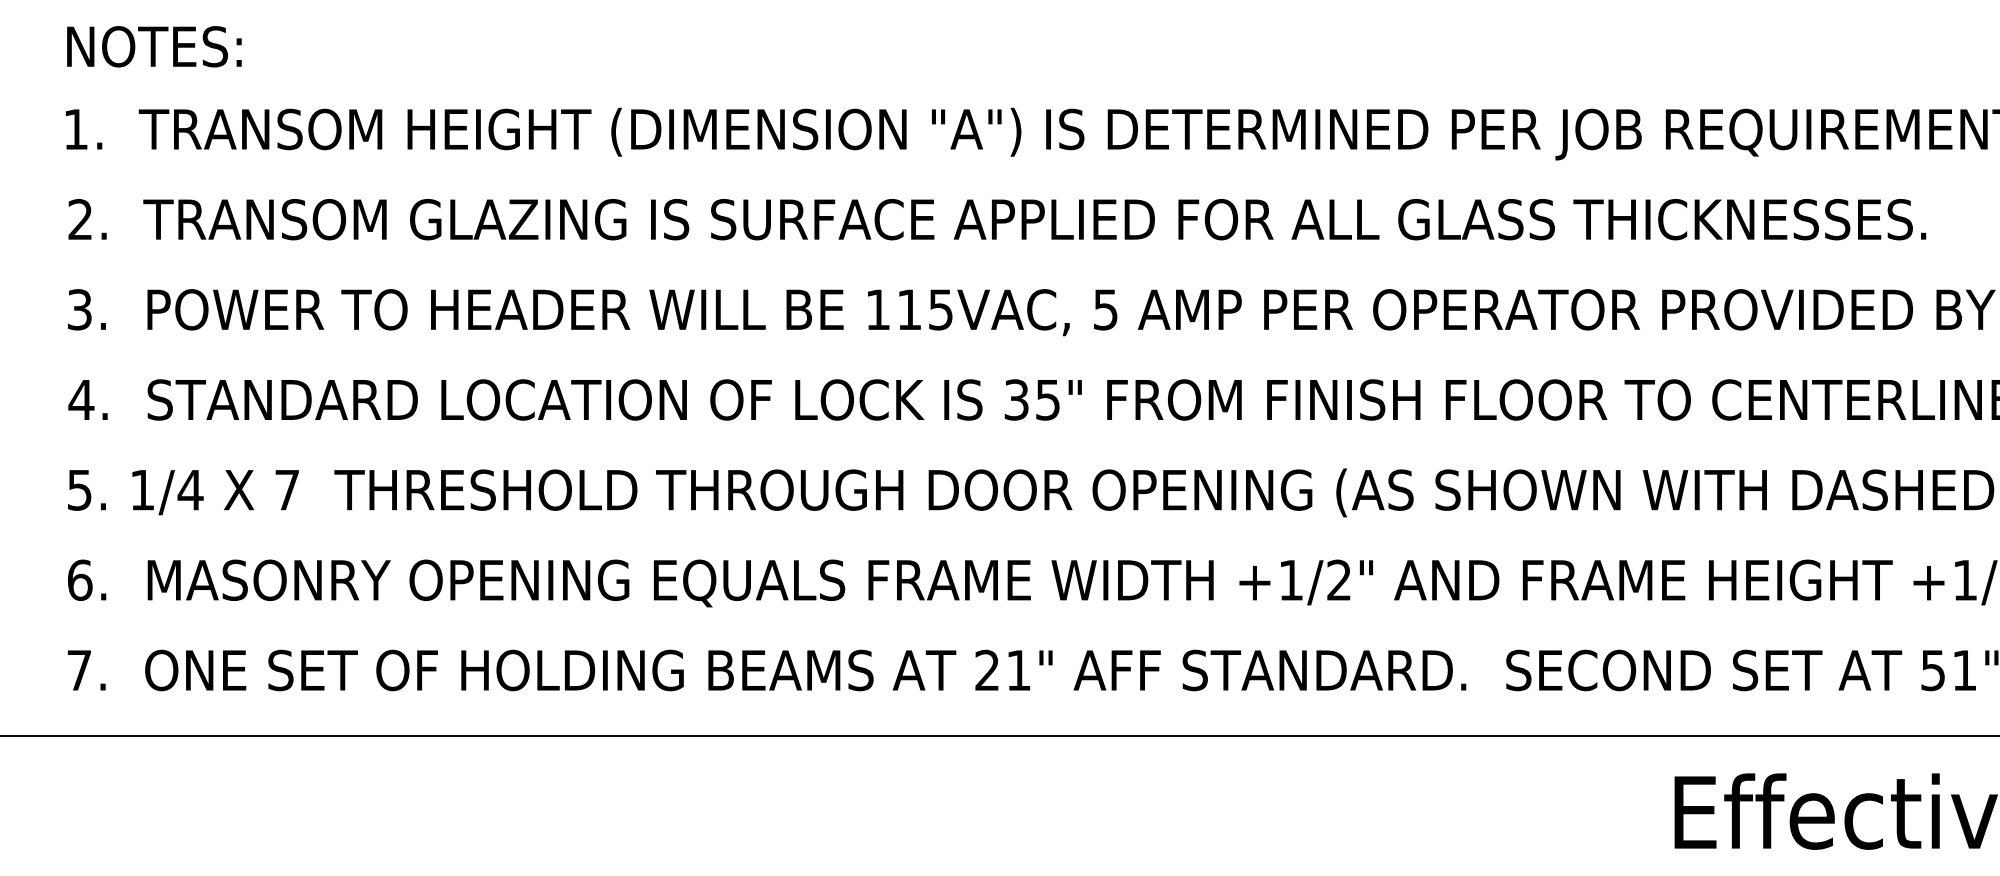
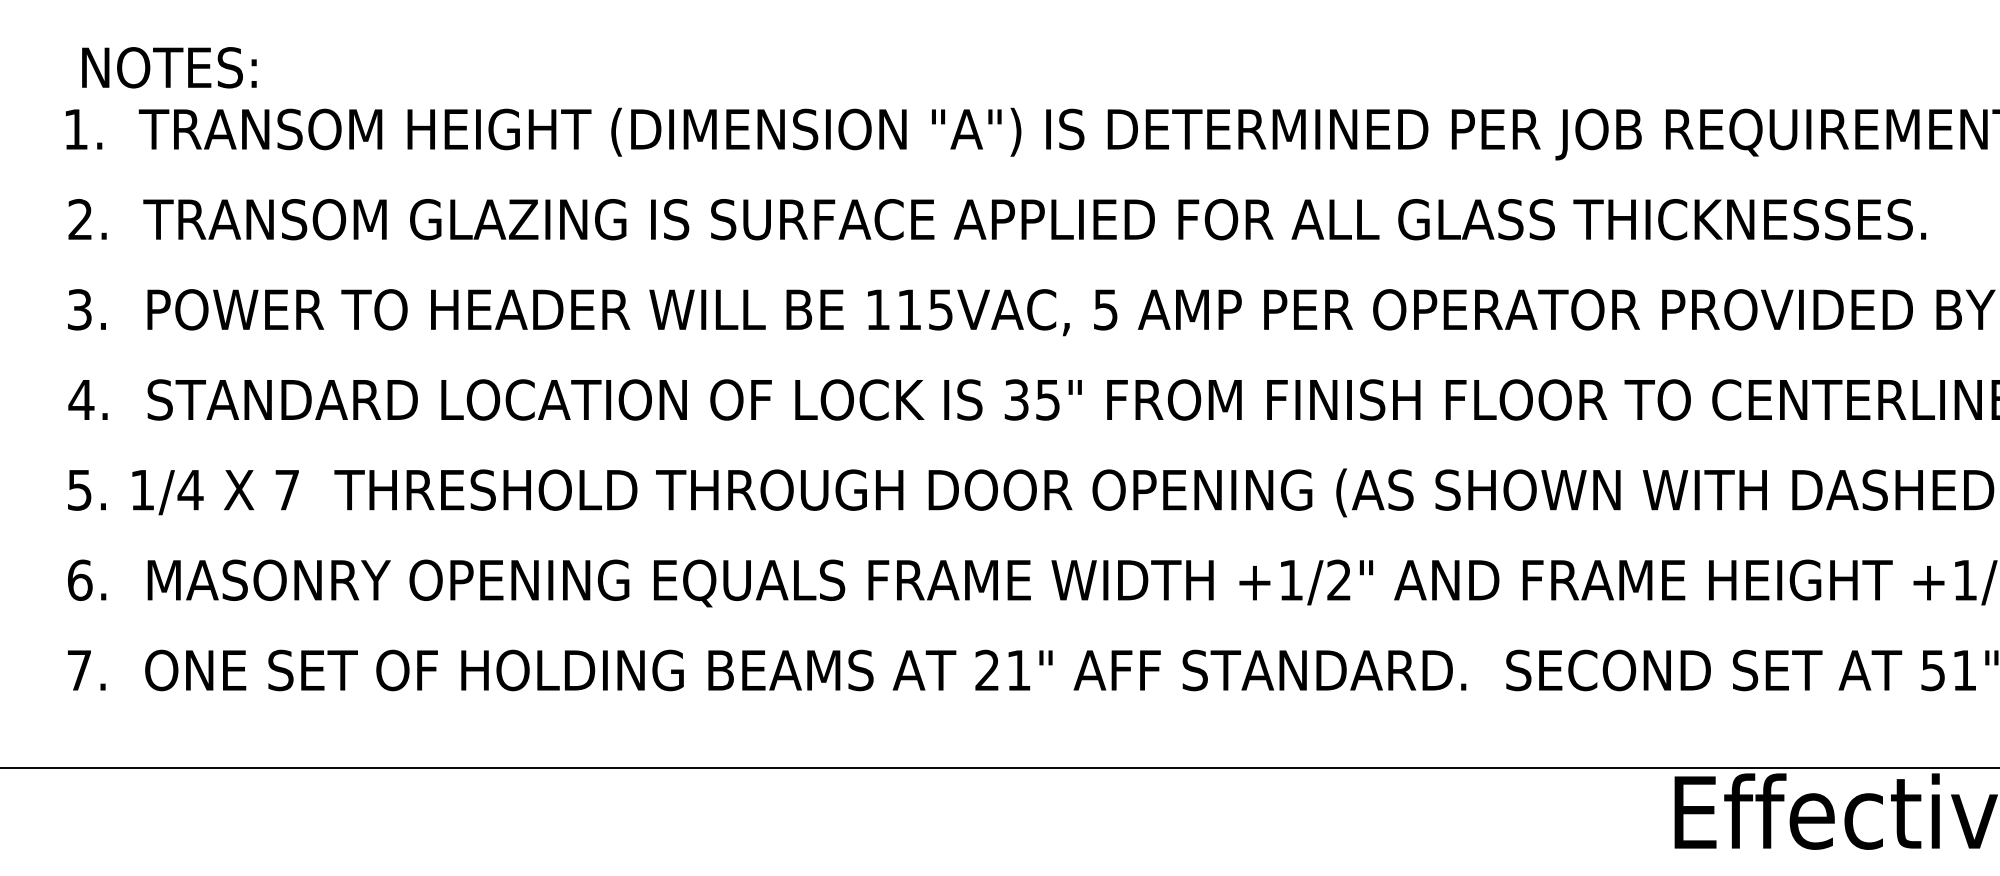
text at (154, 46) position: (154, 46) -> (169, 67)
line at (999, 735) position: (999, 735) -> (999, 767)
